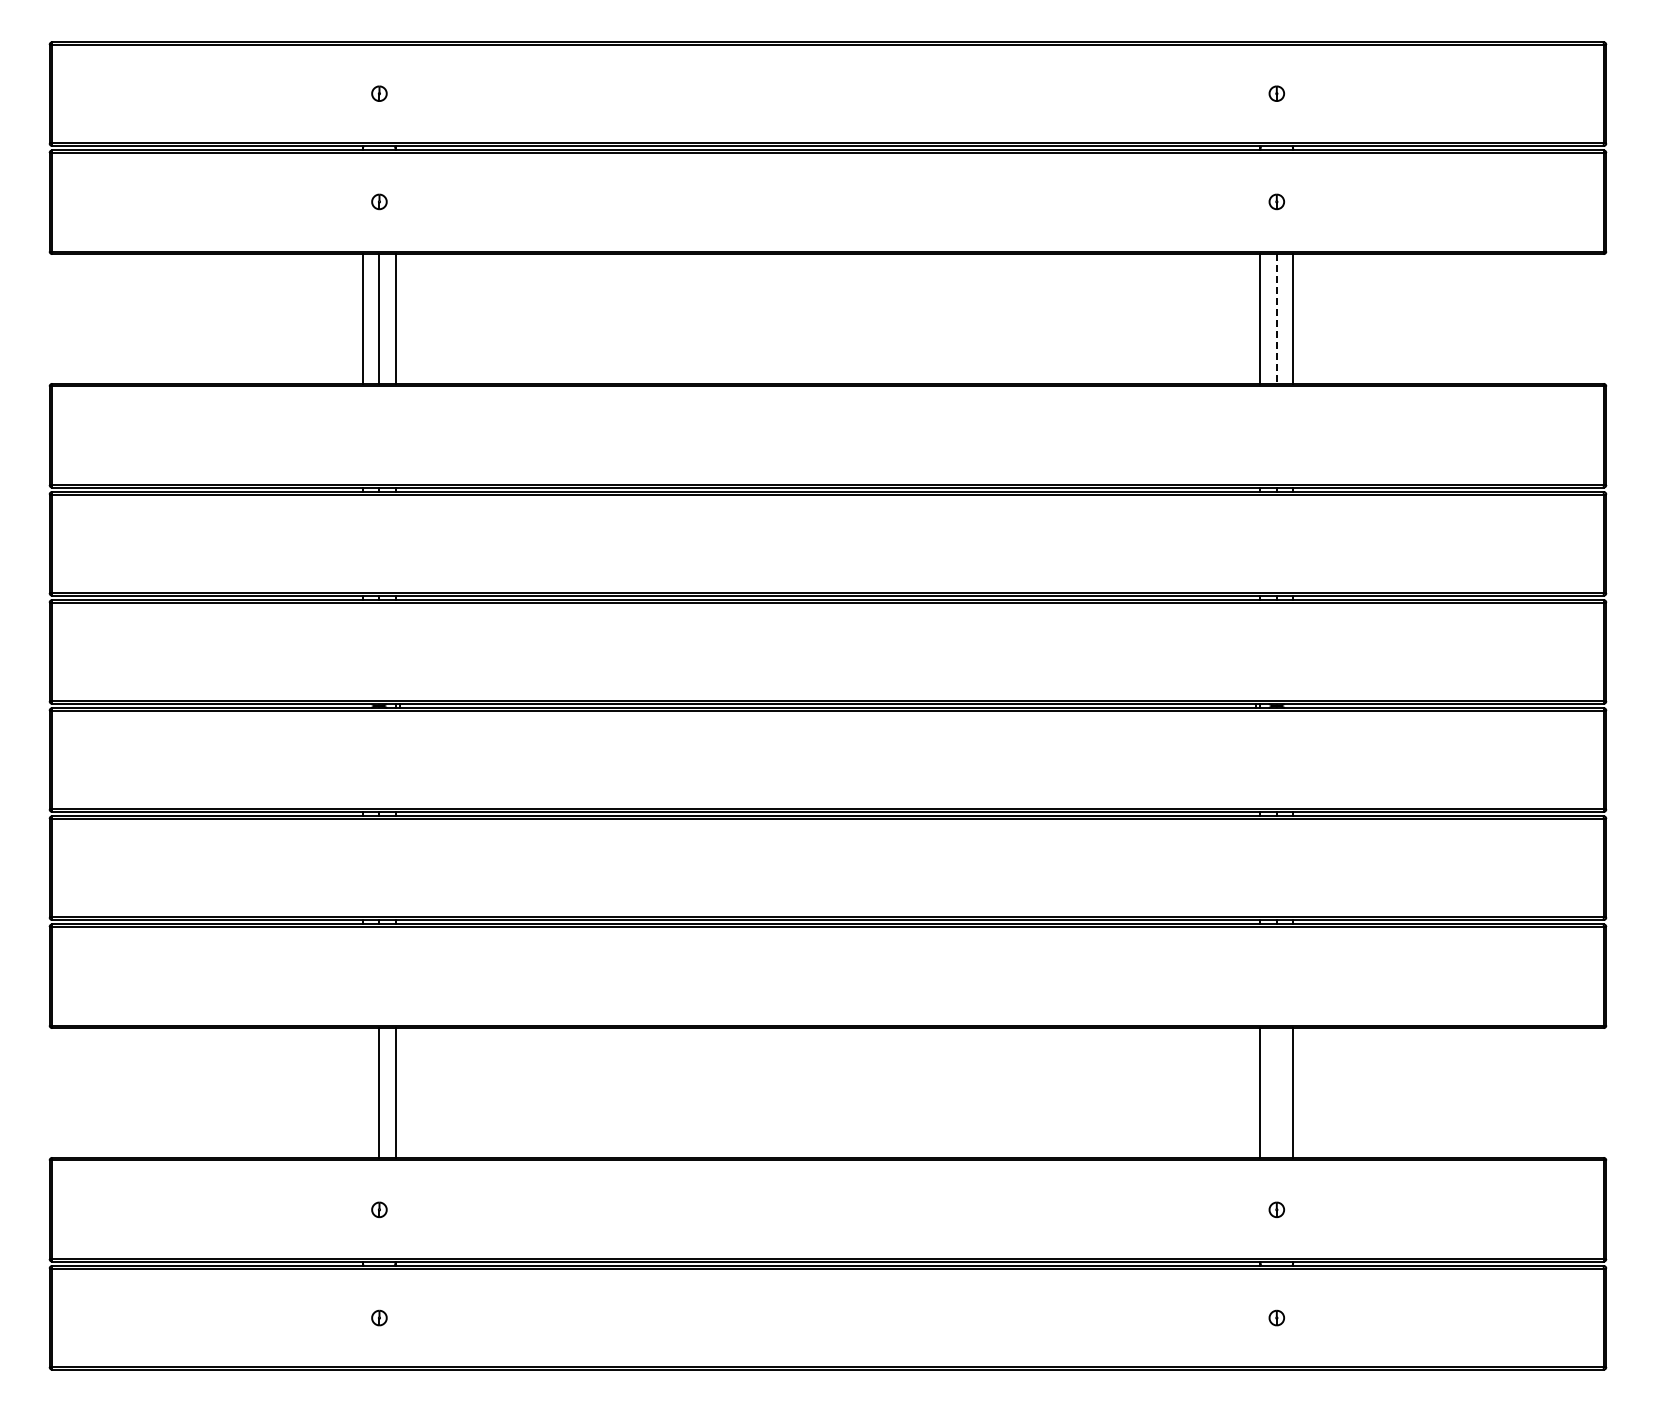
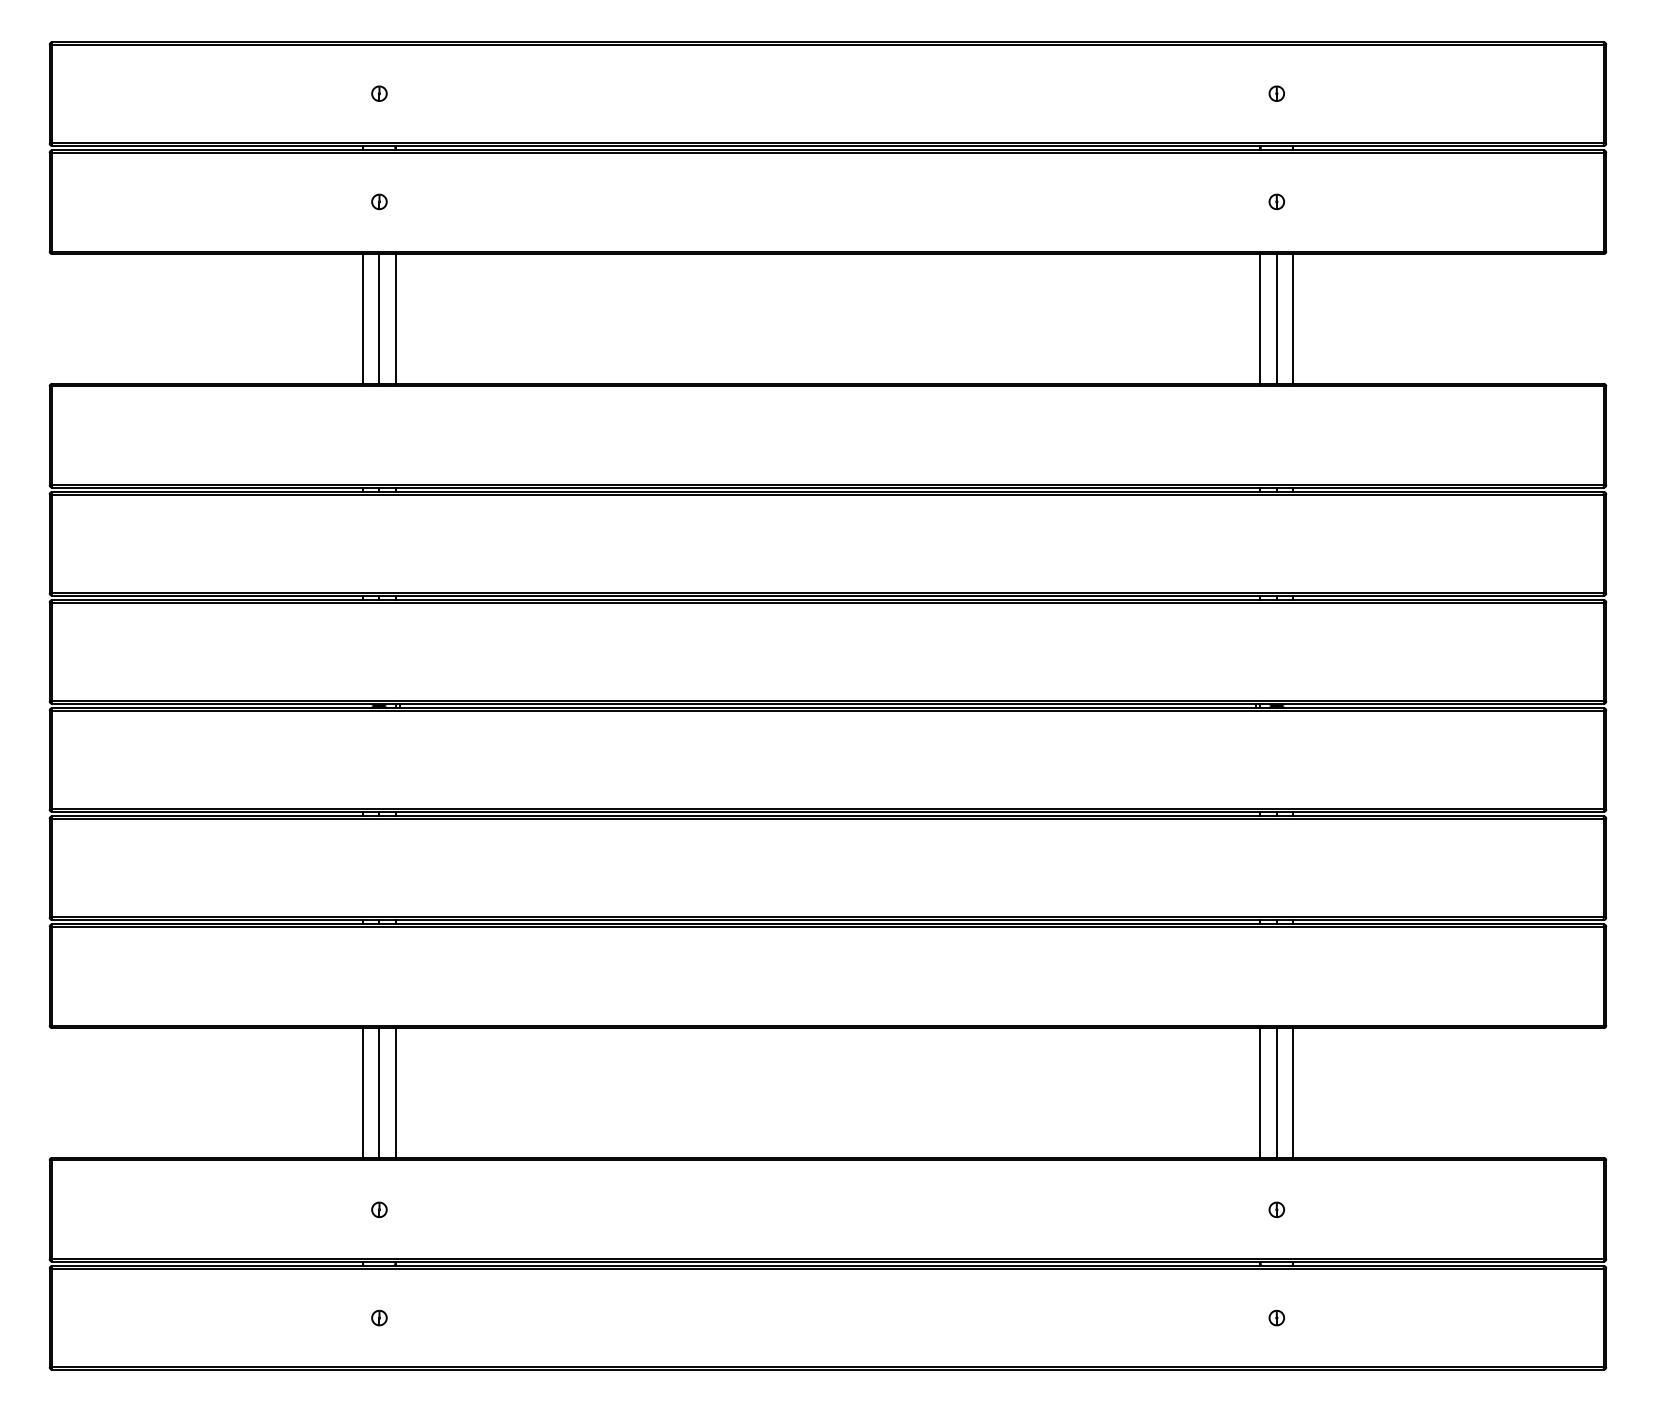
line at (1276, 319): dashed -> solid
line at (362, 1092): none -> present
line at (1276, 1092): none -> present
